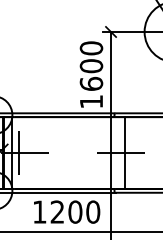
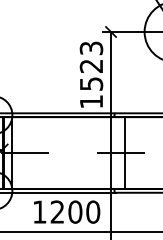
text at (91, 65): 1600 -> 1523
line at (18, 153): present -> none
